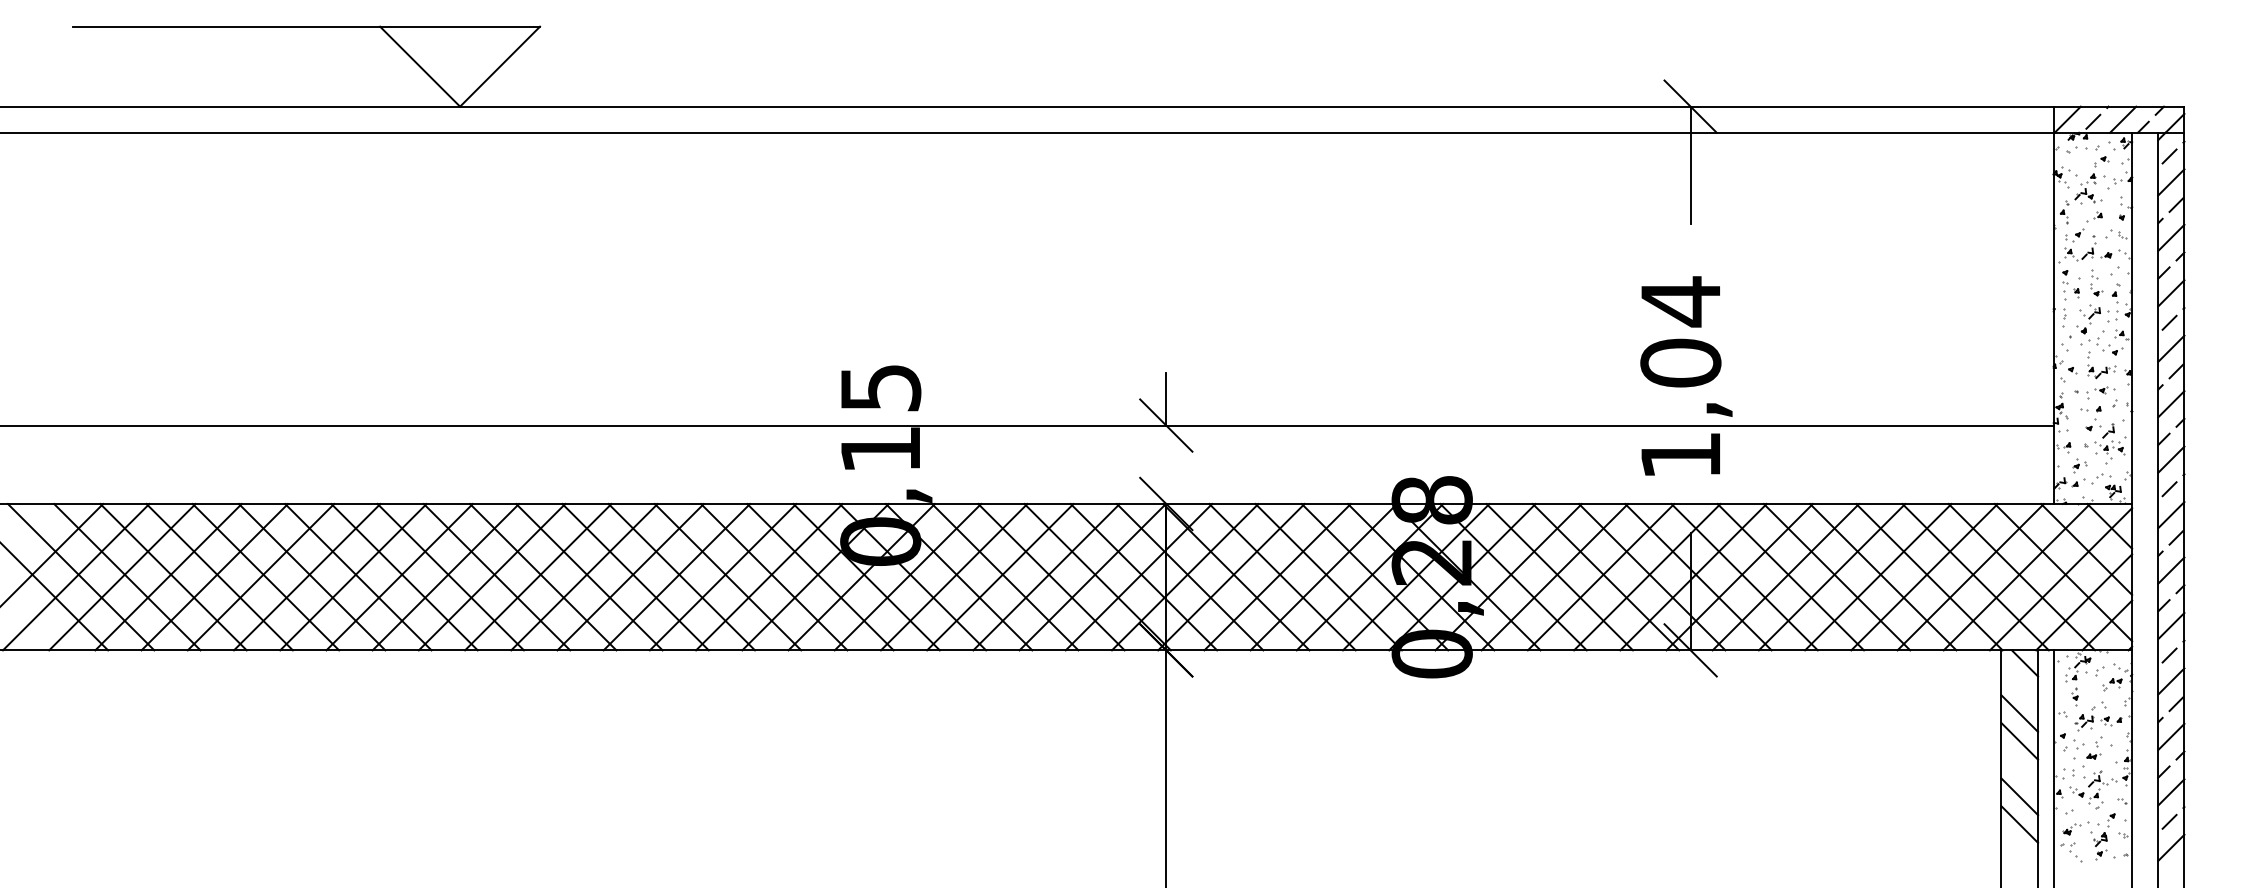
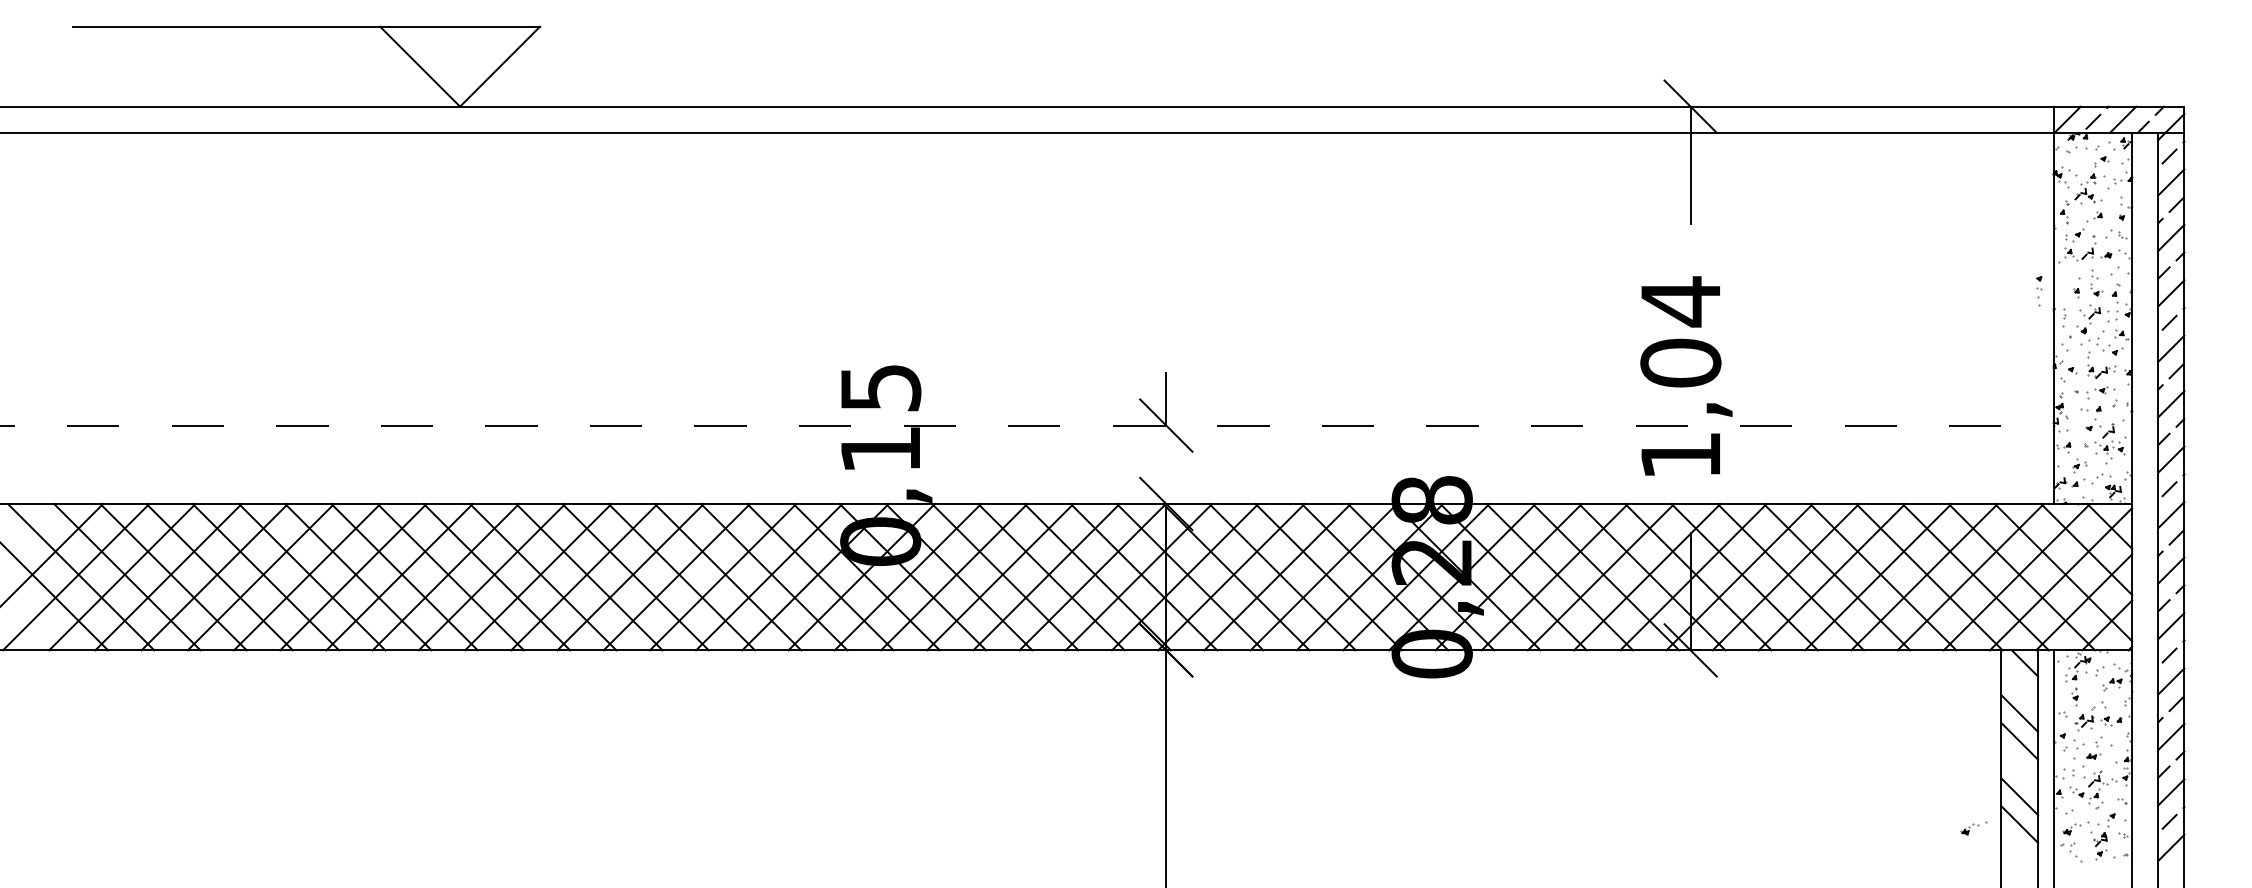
part at (2065, 285) position: (2065, 285) -> (2039, 291)
line at (1027, 425): solid -> dashed
part at (1973, 828): none -> present
